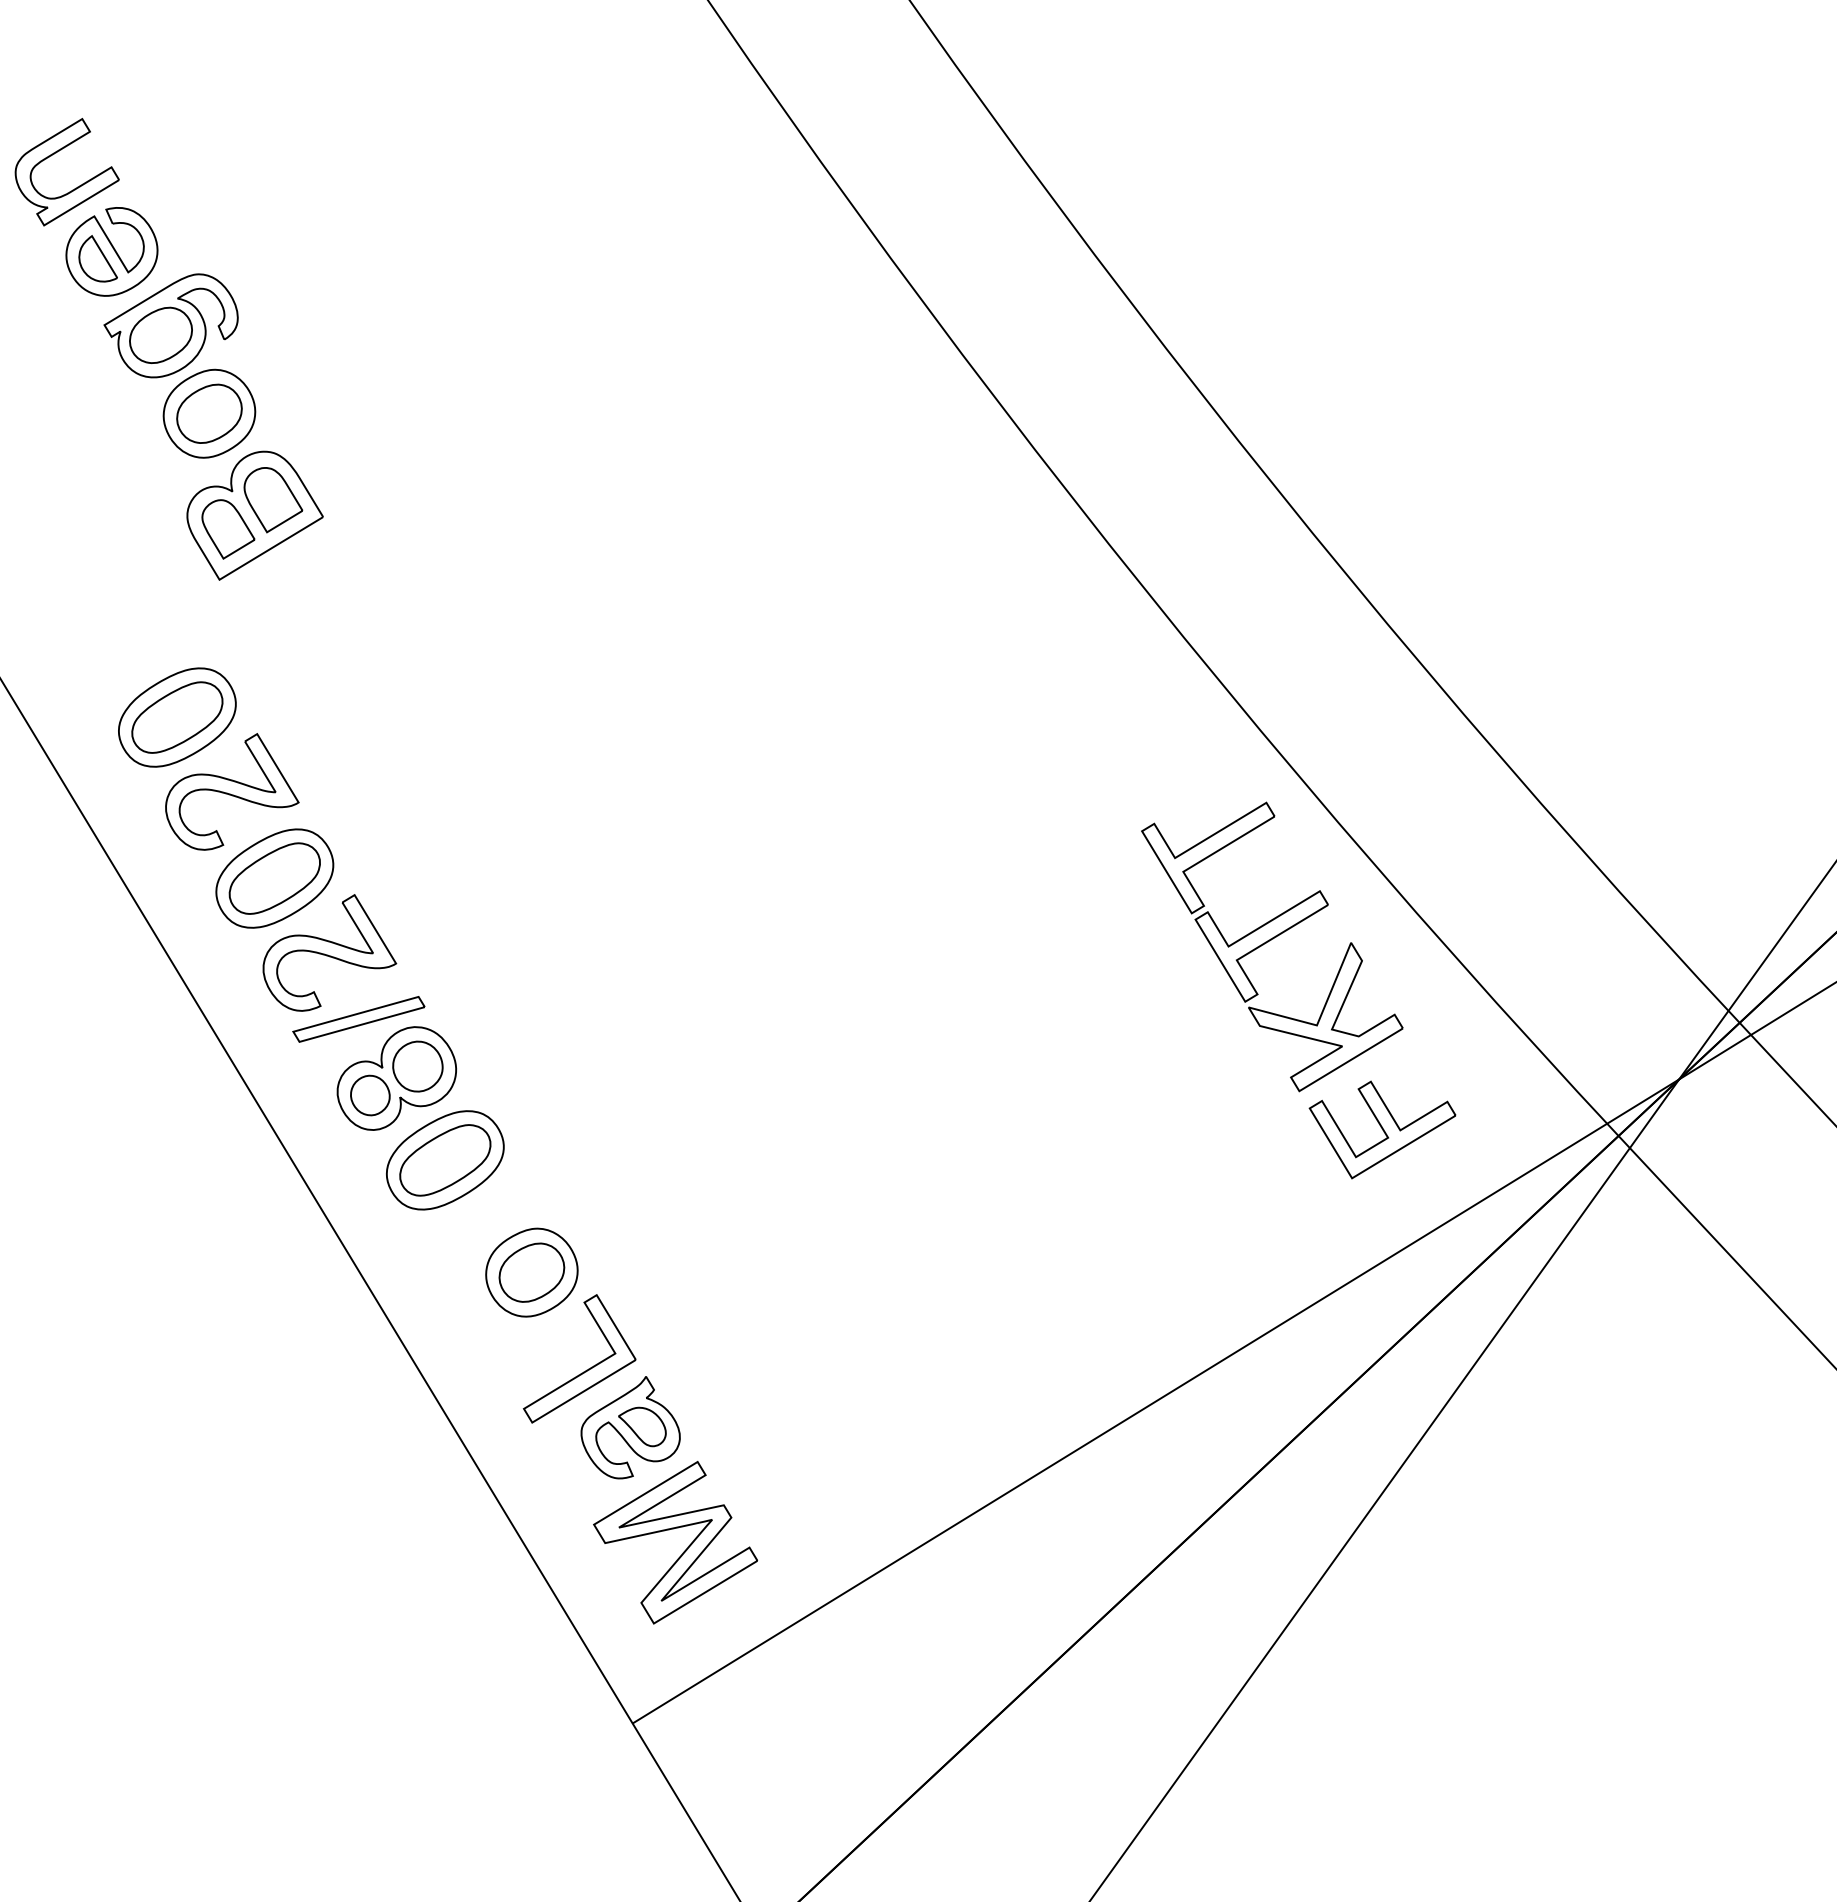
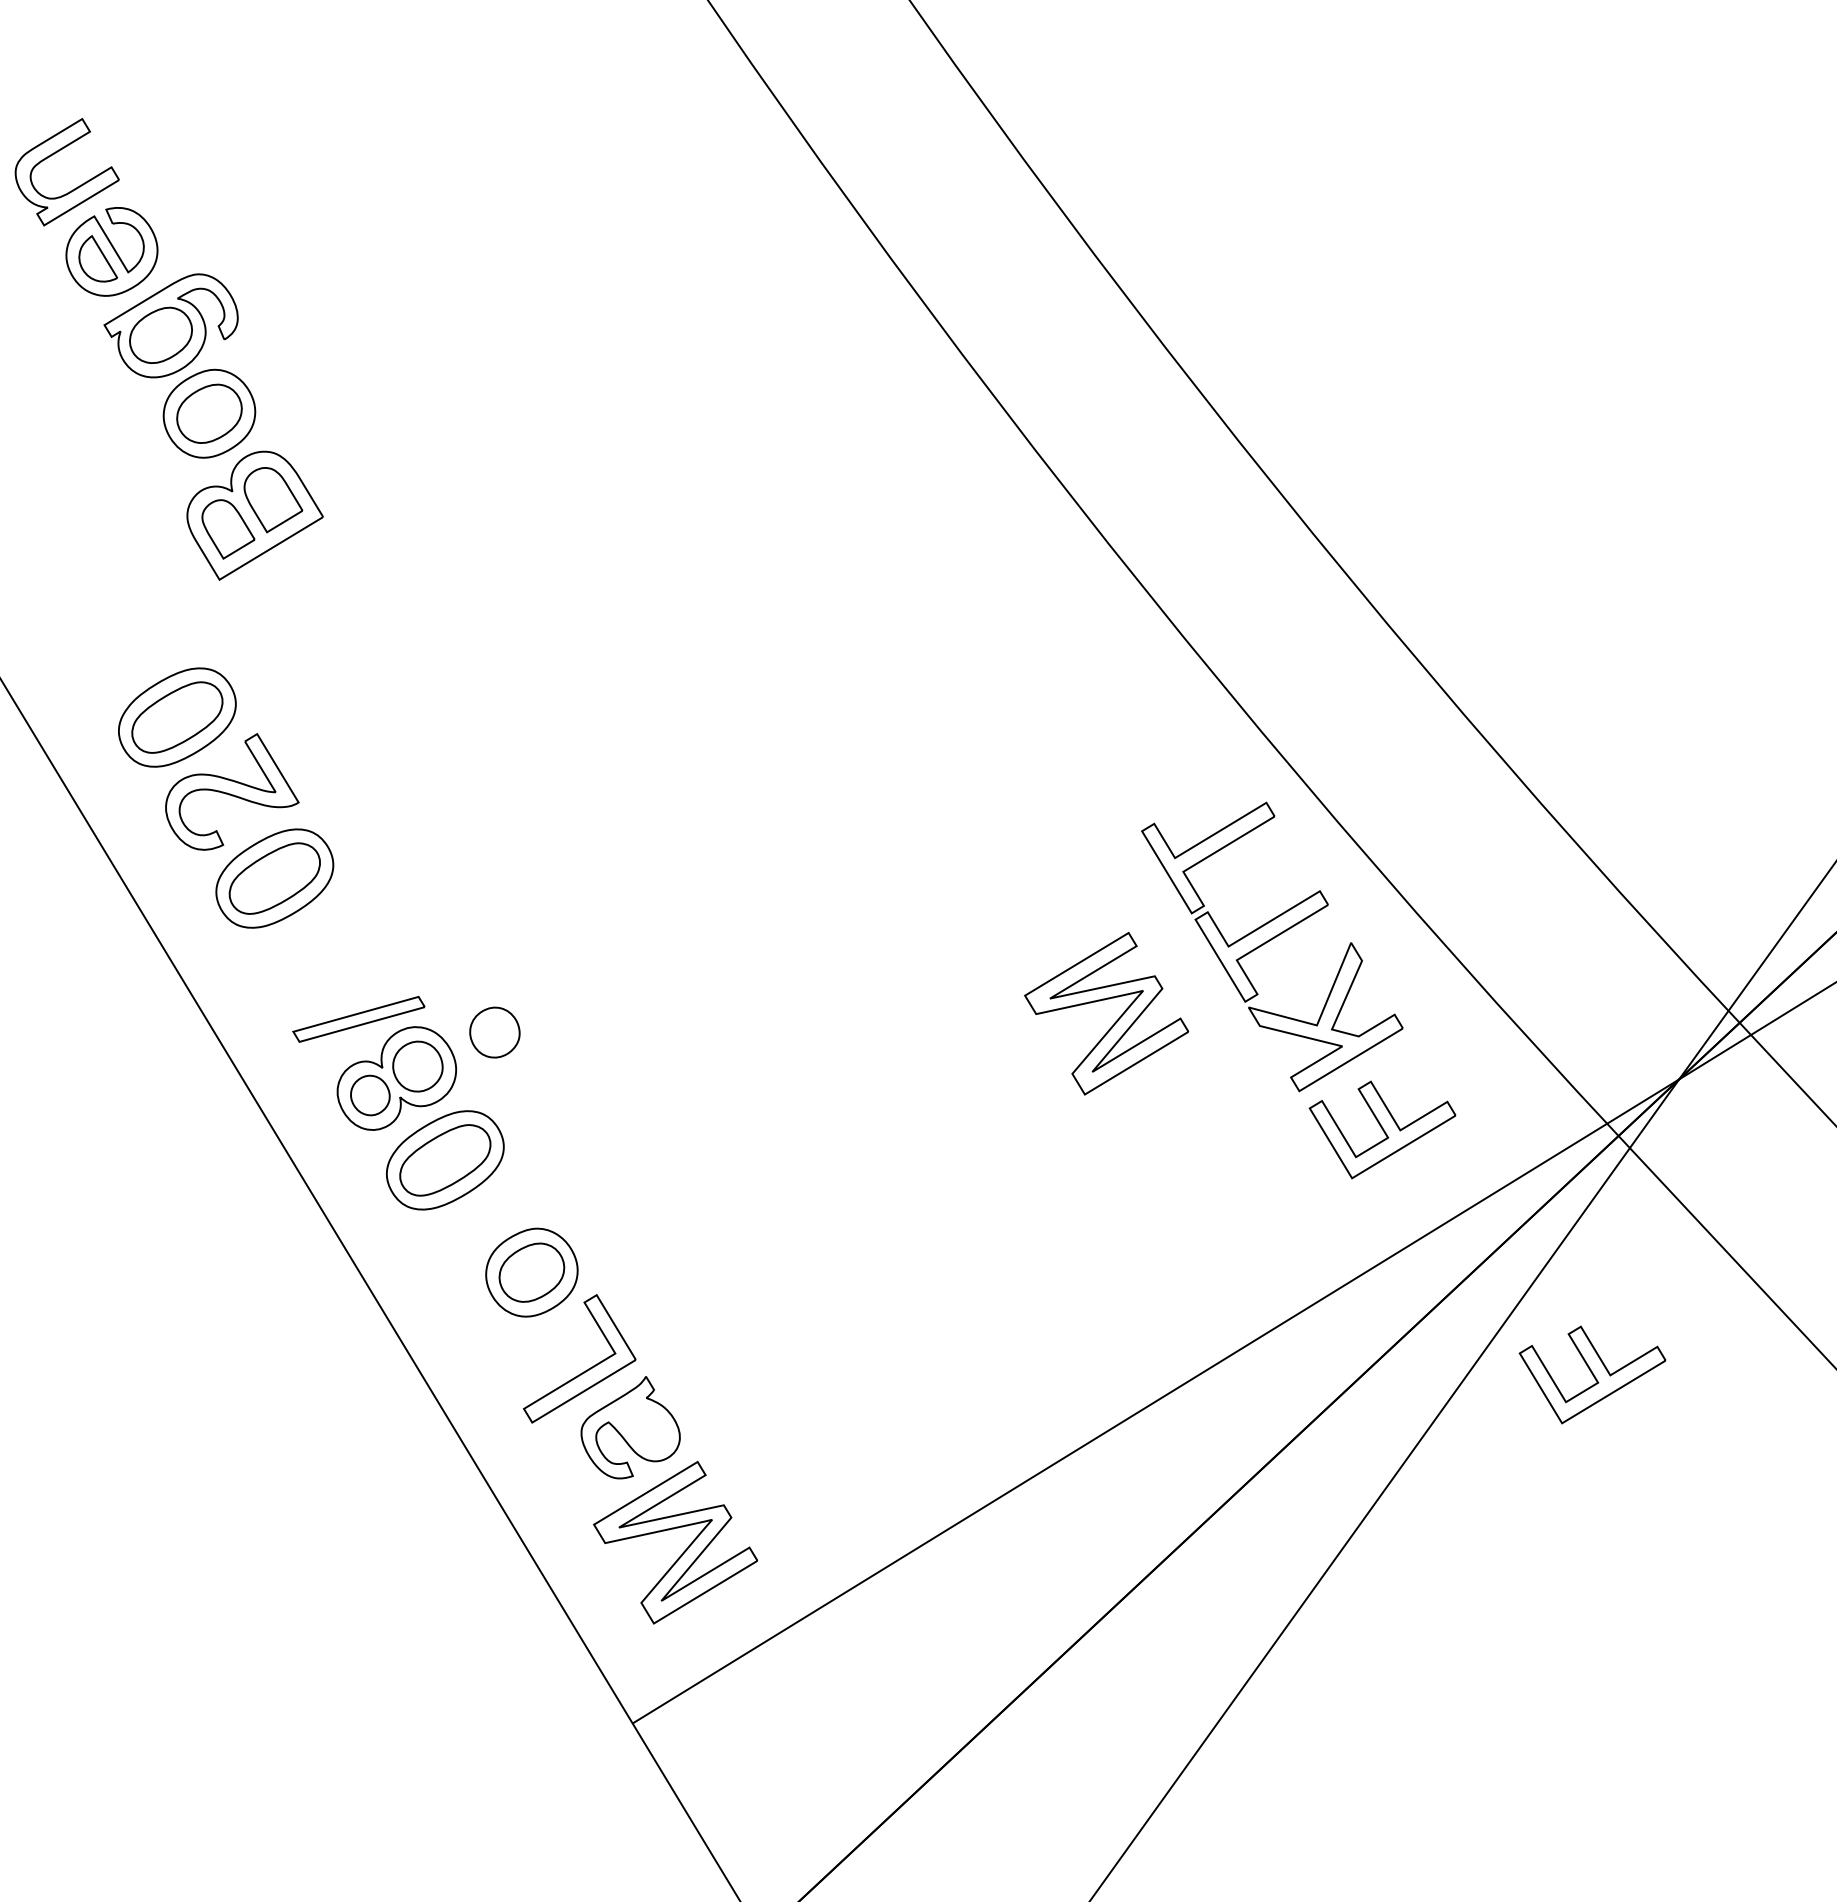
part at (329, 952): present -> none
part at (1115, 1021): none -> present
part at (494, 1032): none -> present
part at (1592, 1374): none -> present
part at (642, 1426): present -> none
